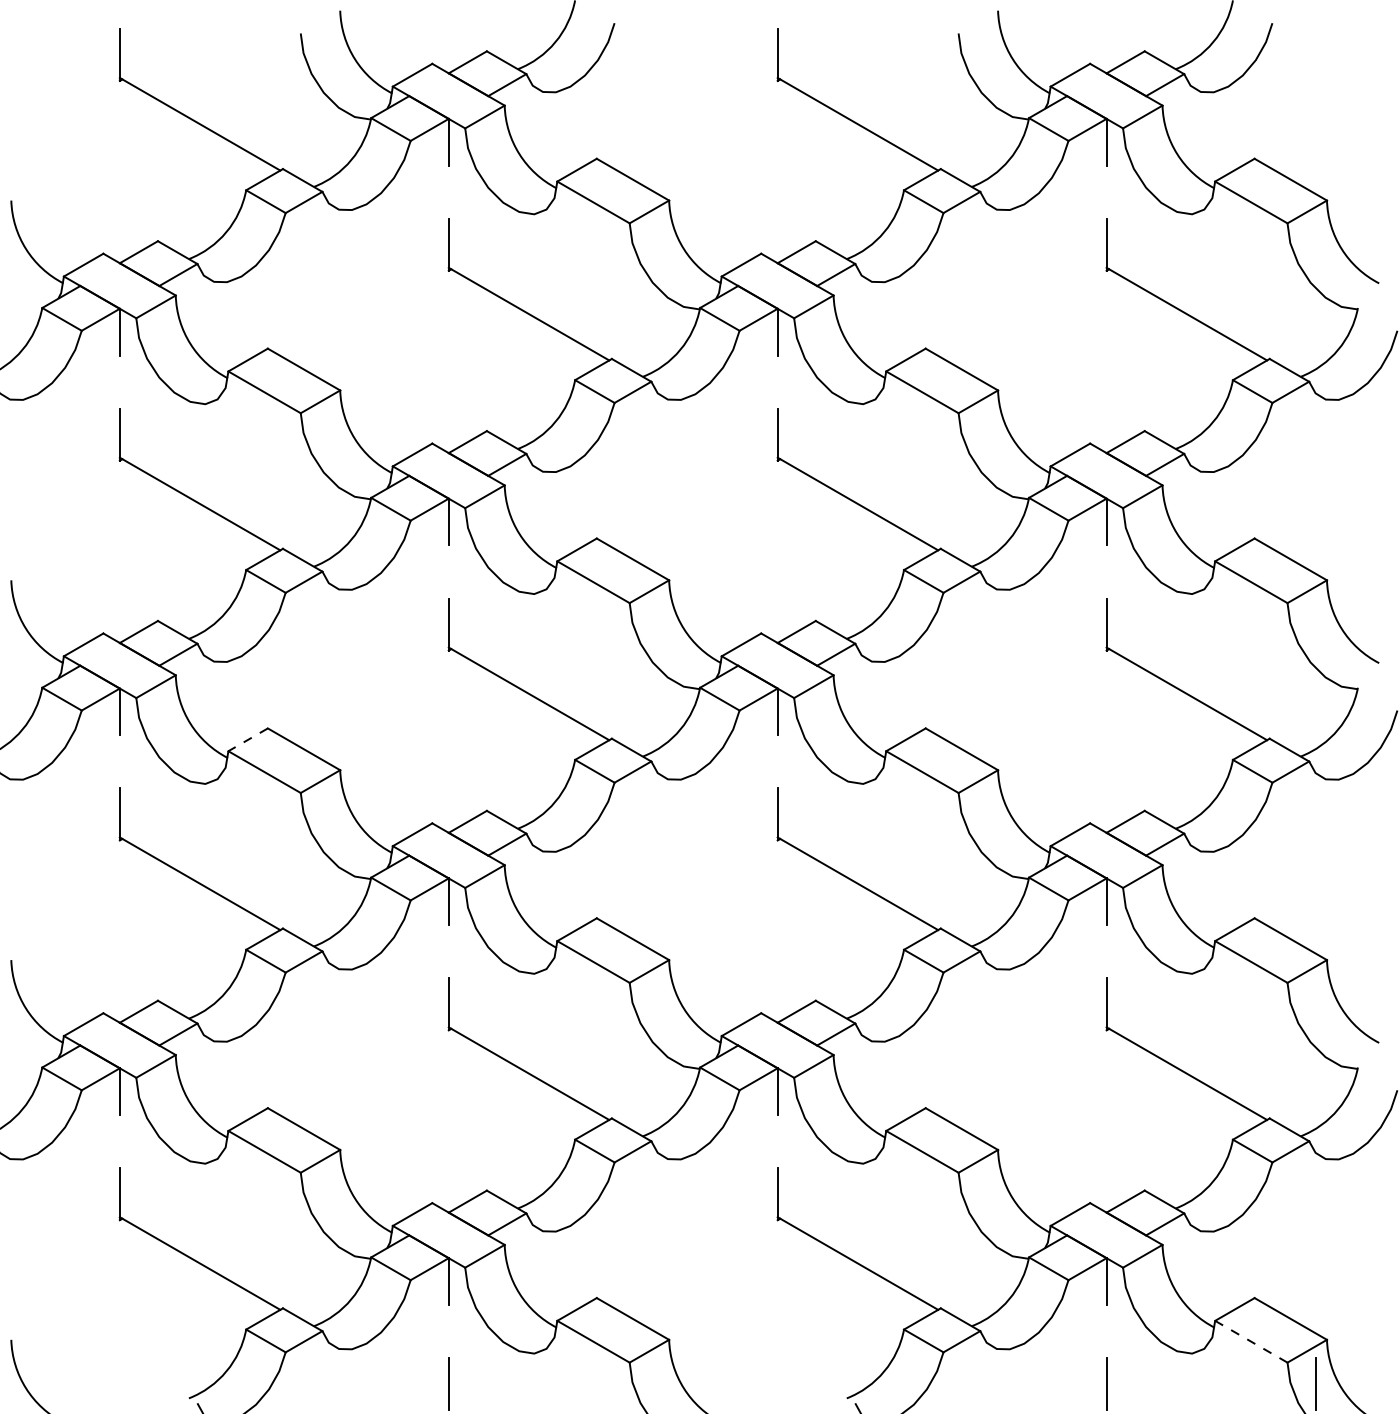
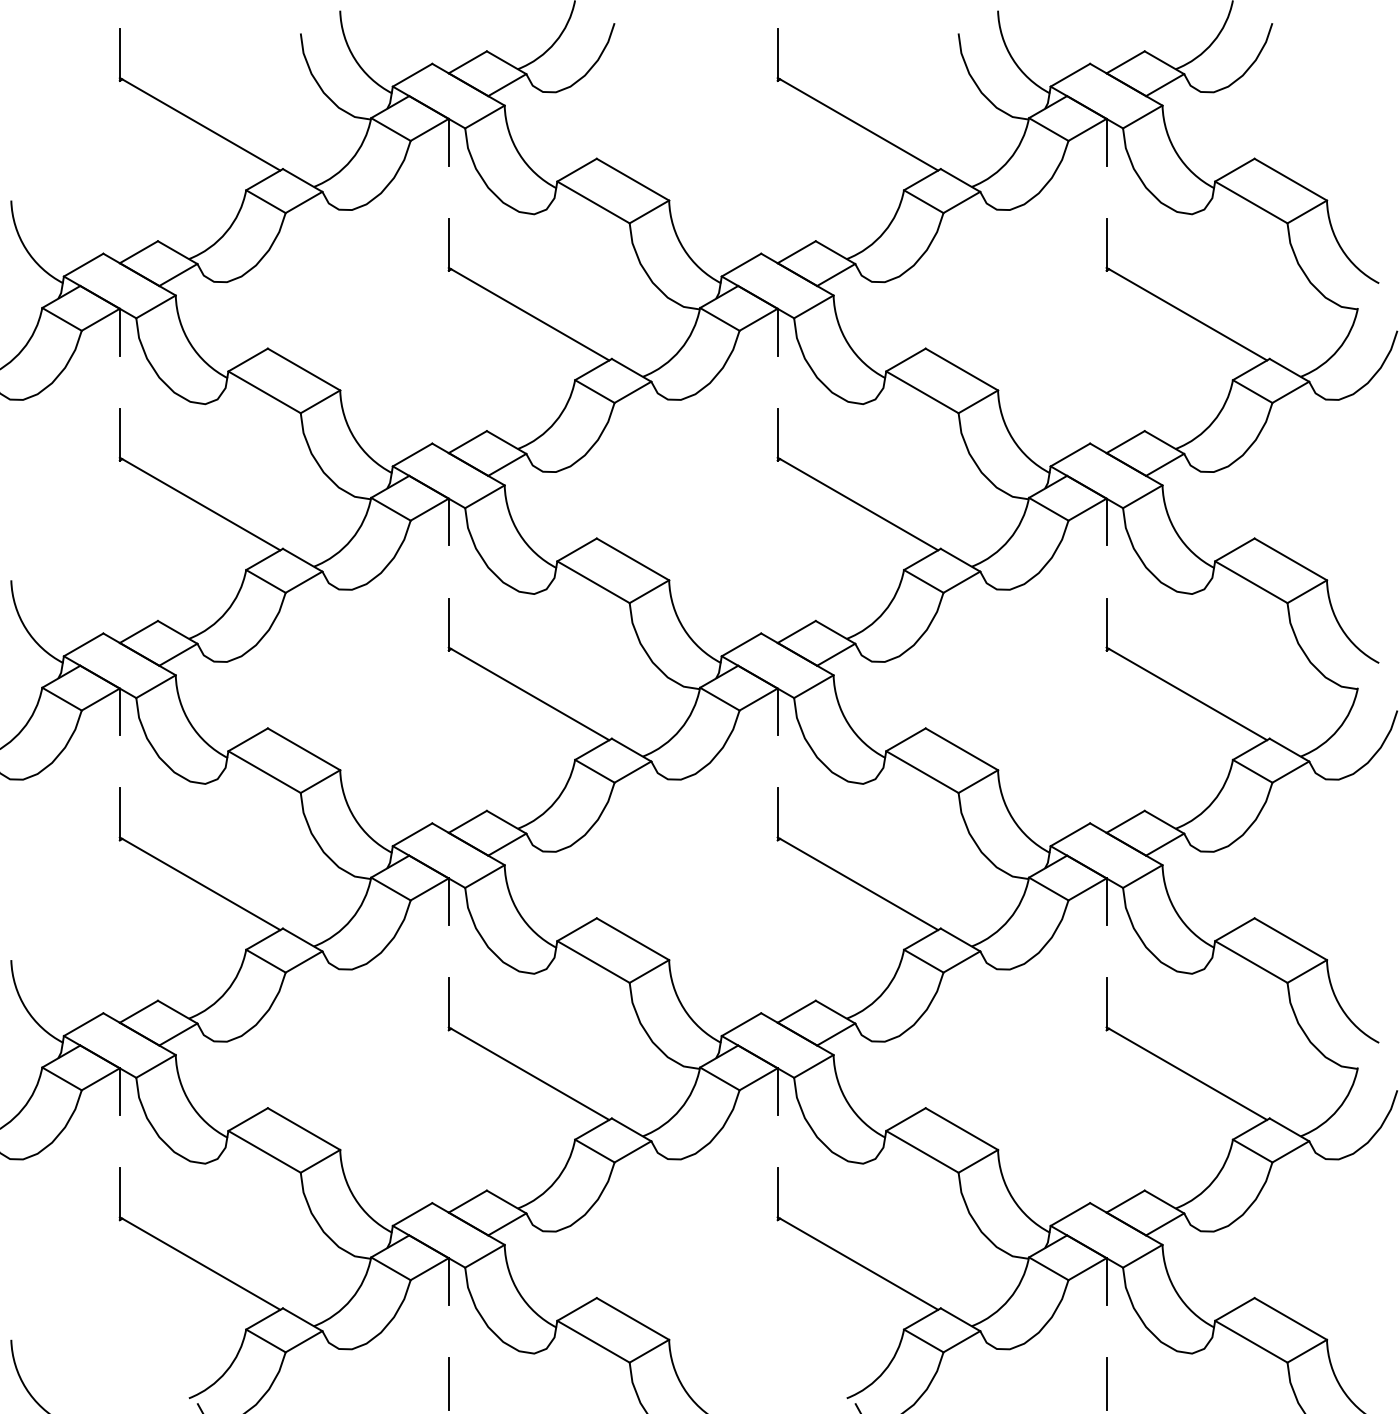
line at (248, 739): dashed -> solid
line at (1251, 1341): dashed -> solid
line at (1315, 1383): present -> none
